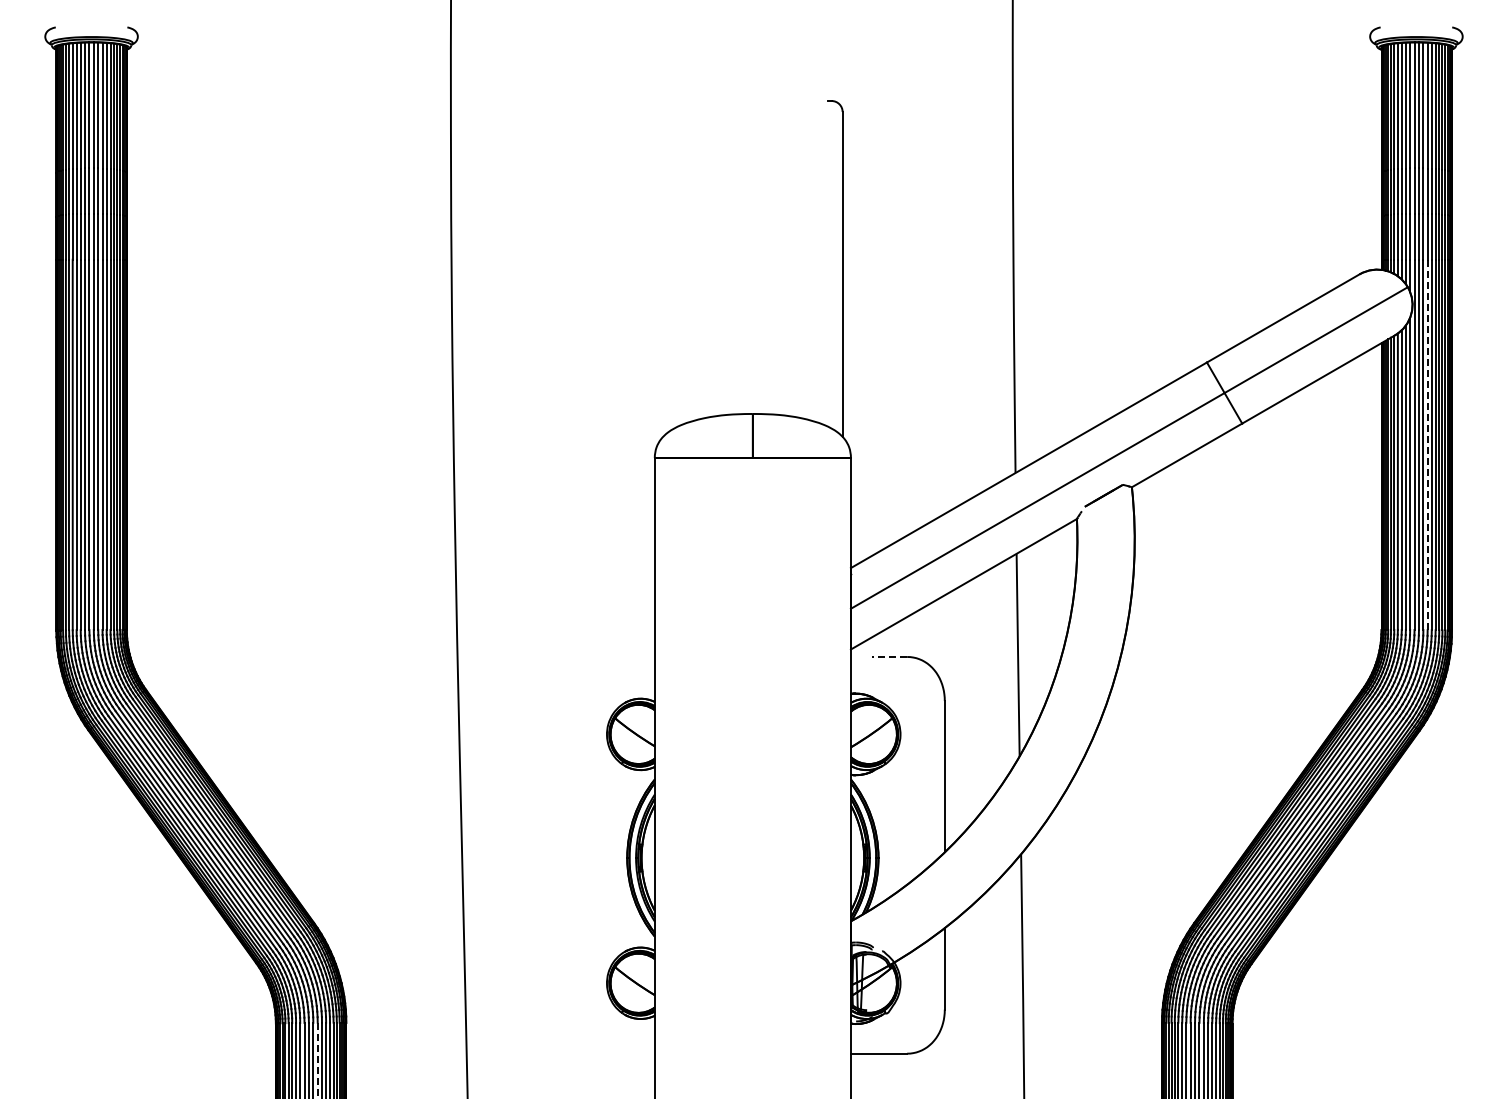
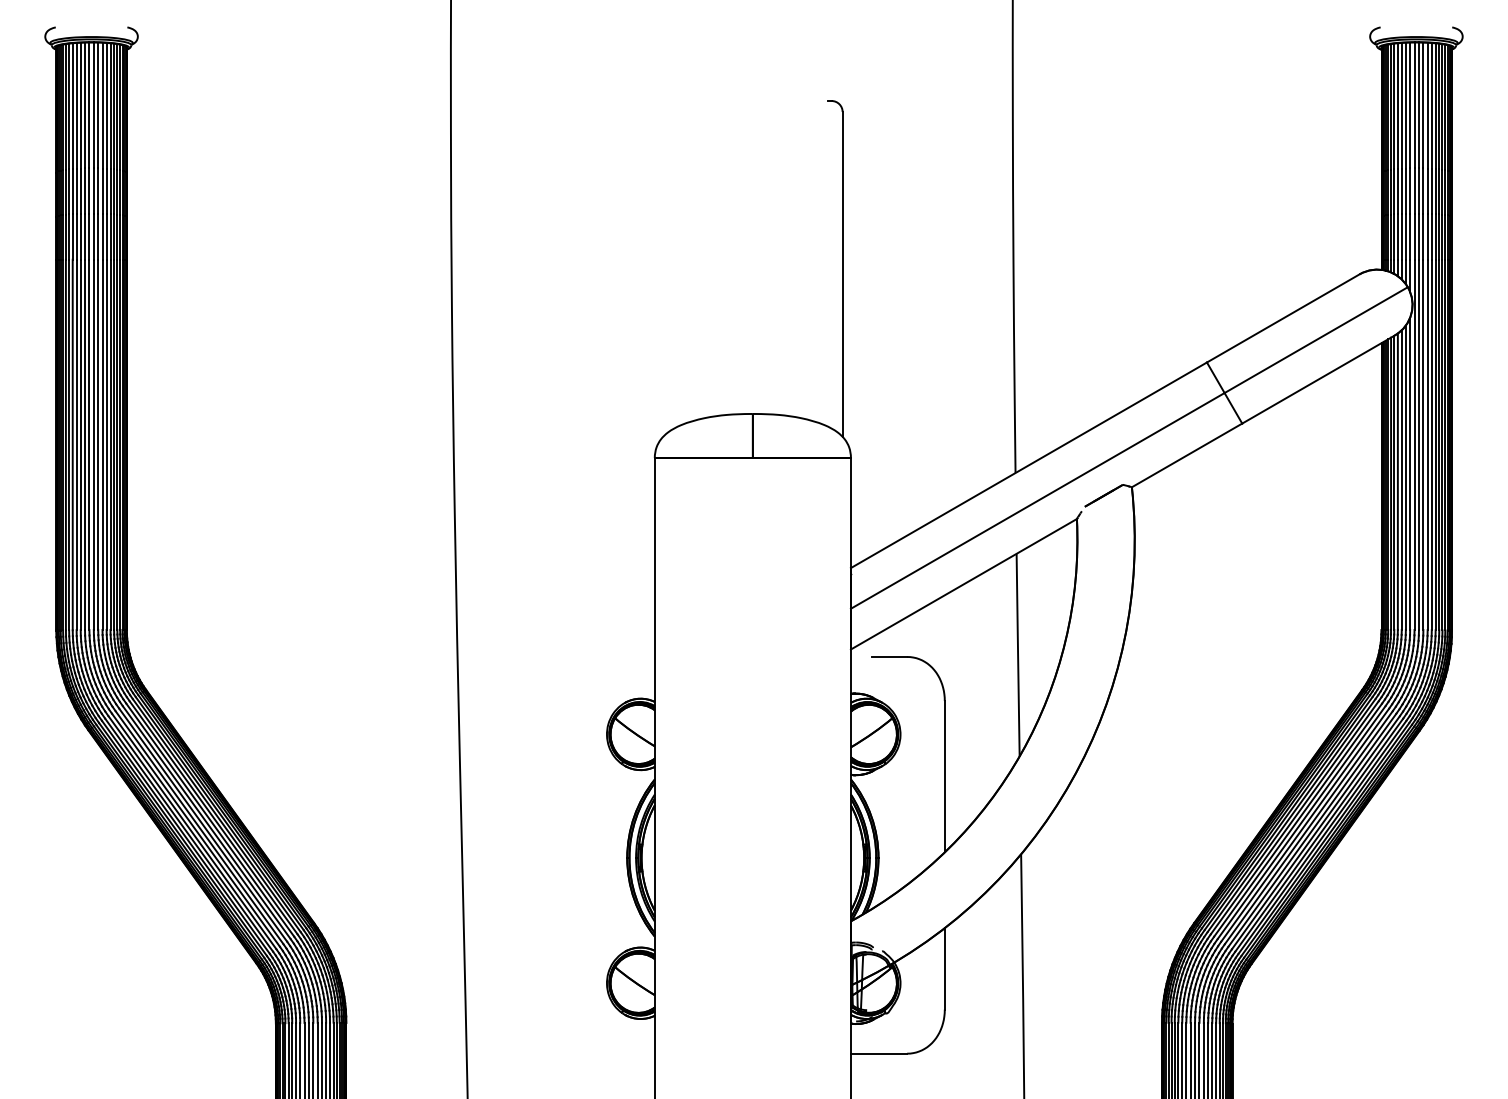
line at (1427, 444): dashed -> solid
line at (889, 656): dashed -> solid
line at (317, 1060): dashed -> solid
